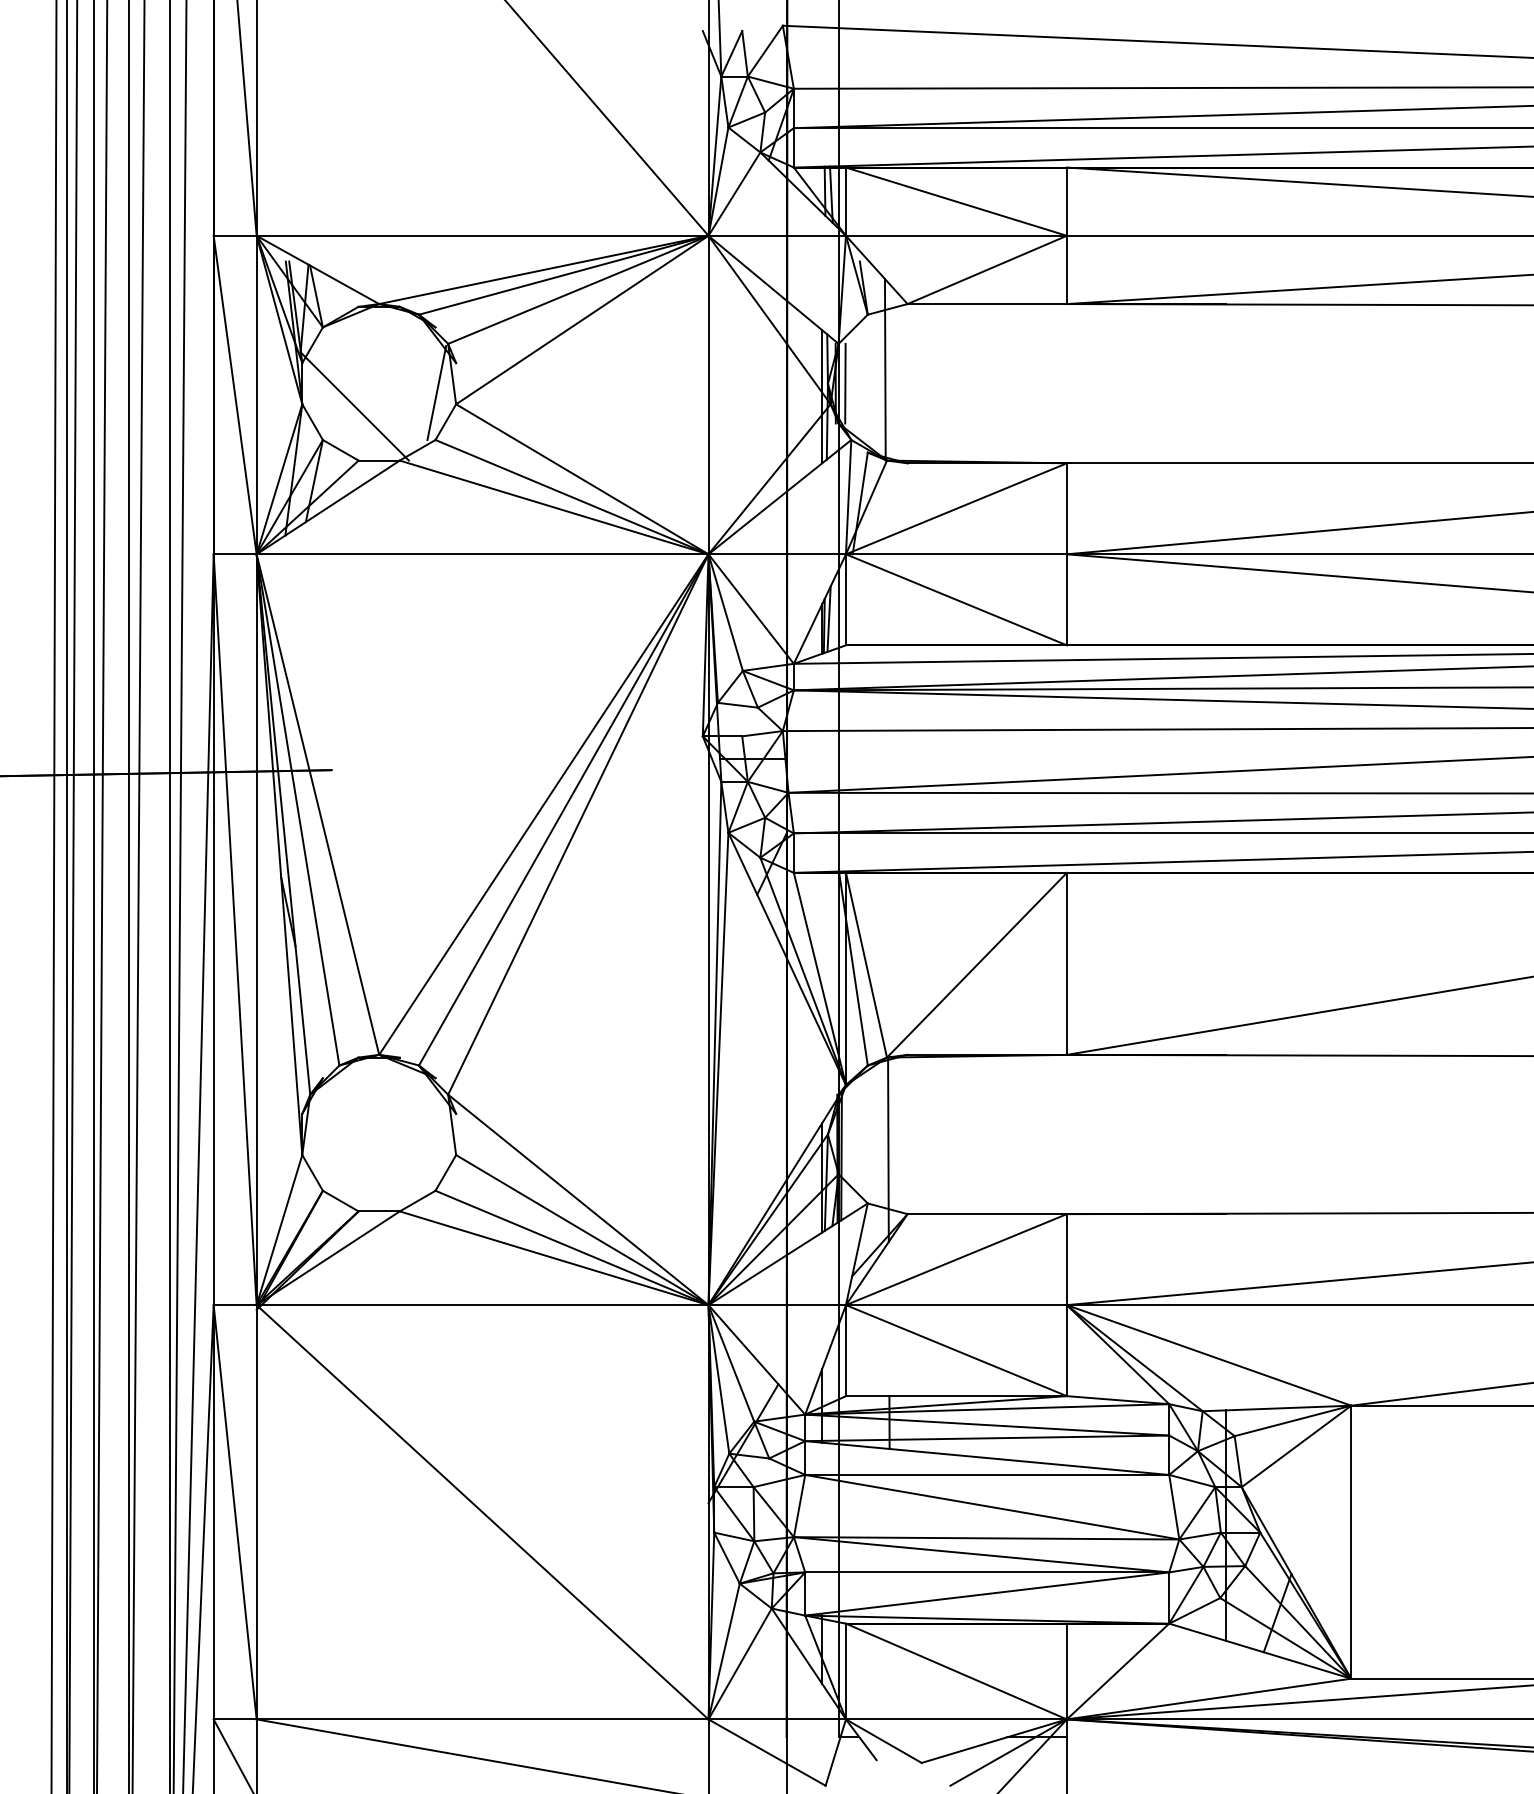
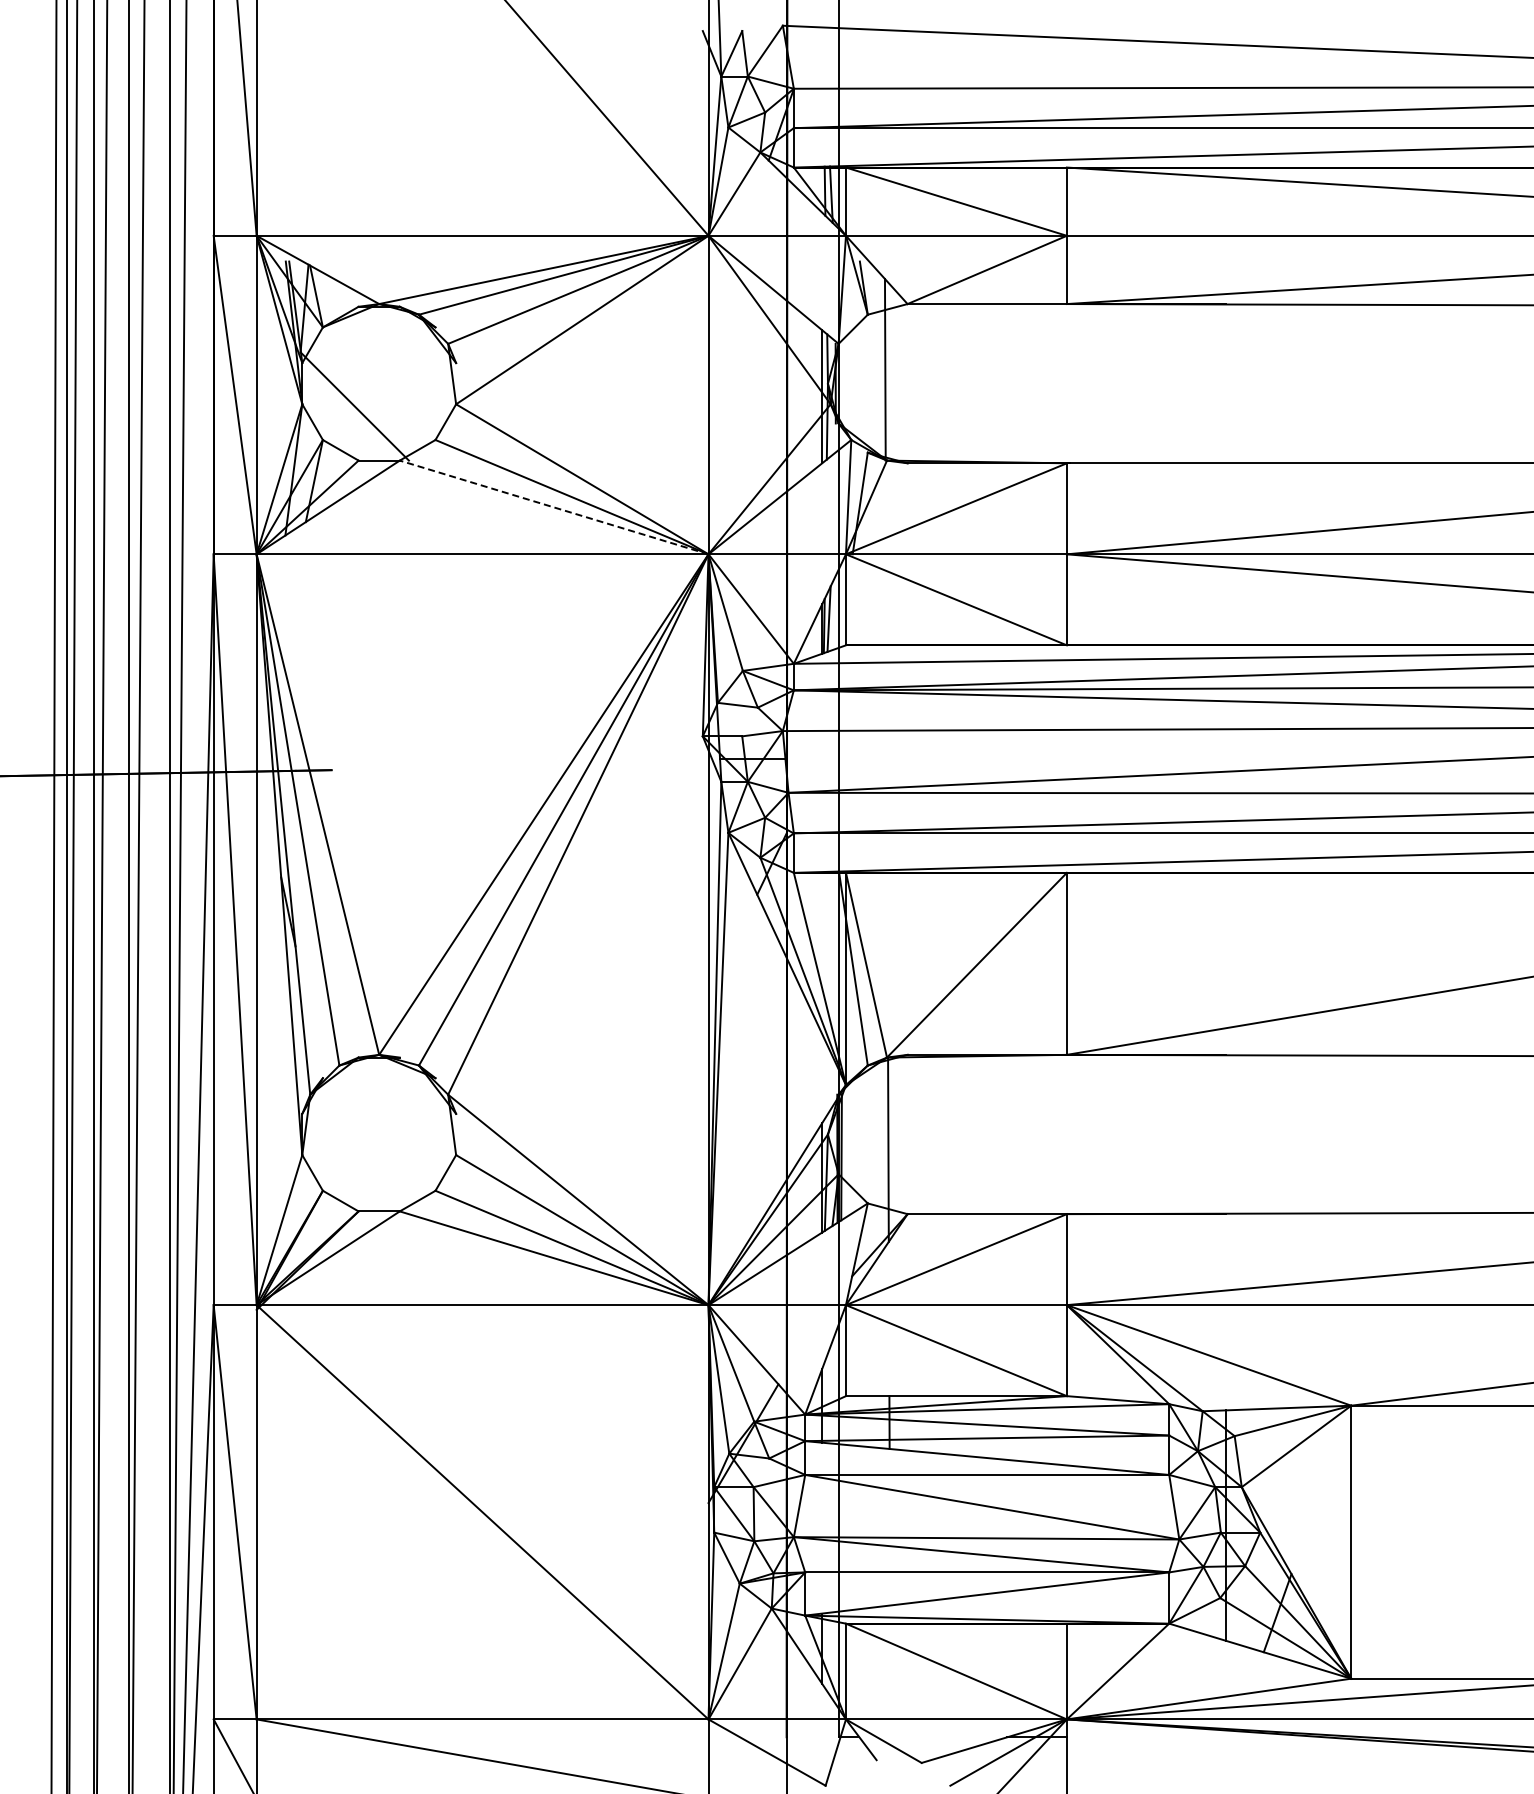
line at (845, 383): present -> none
line at (436, 392): present -> none
line at (553, 507): solid -> dashed
